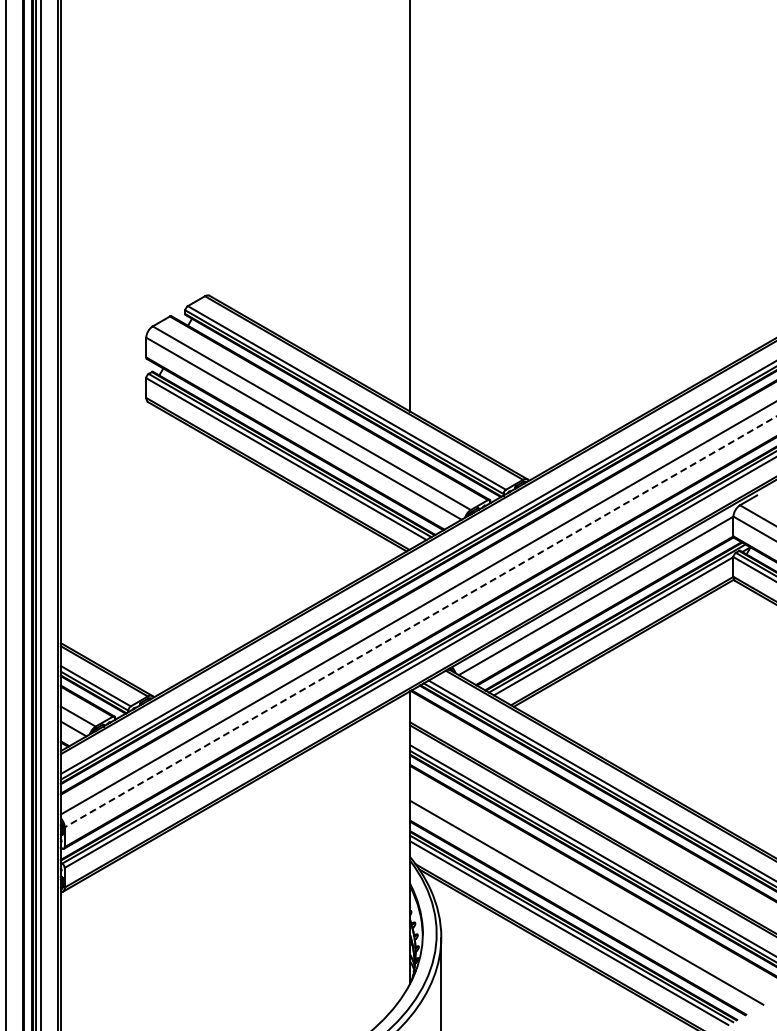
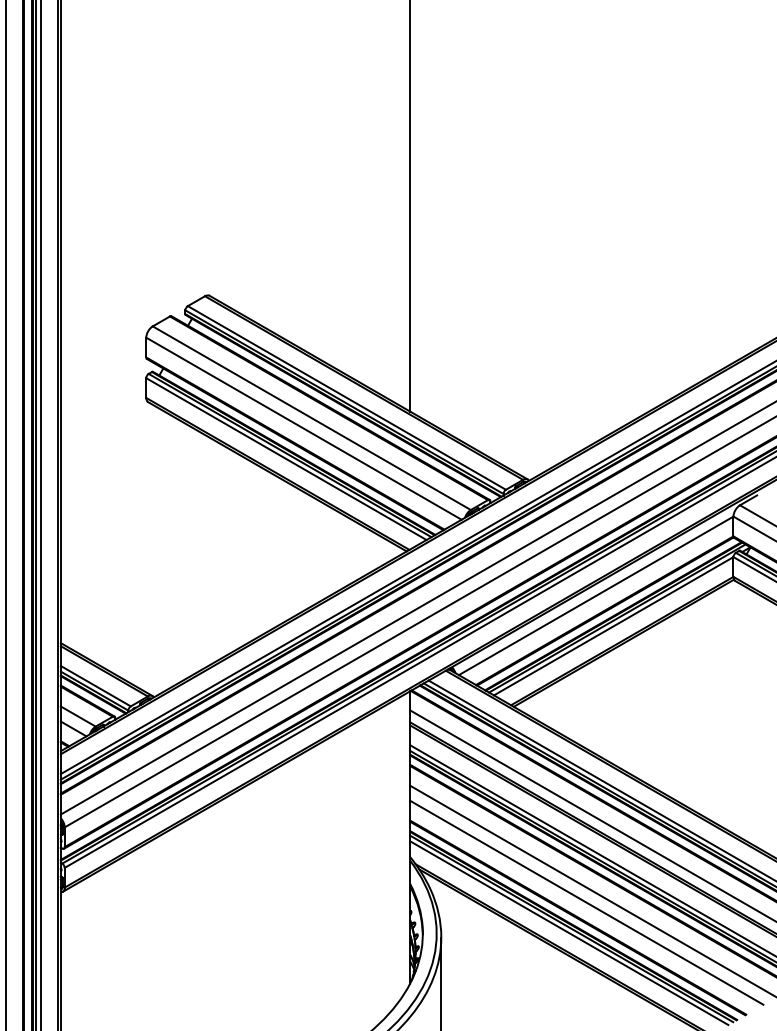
line at (420, 622): dashed -> solid
line at (591, 814): none -> present
line at (591, 890): none -> present
